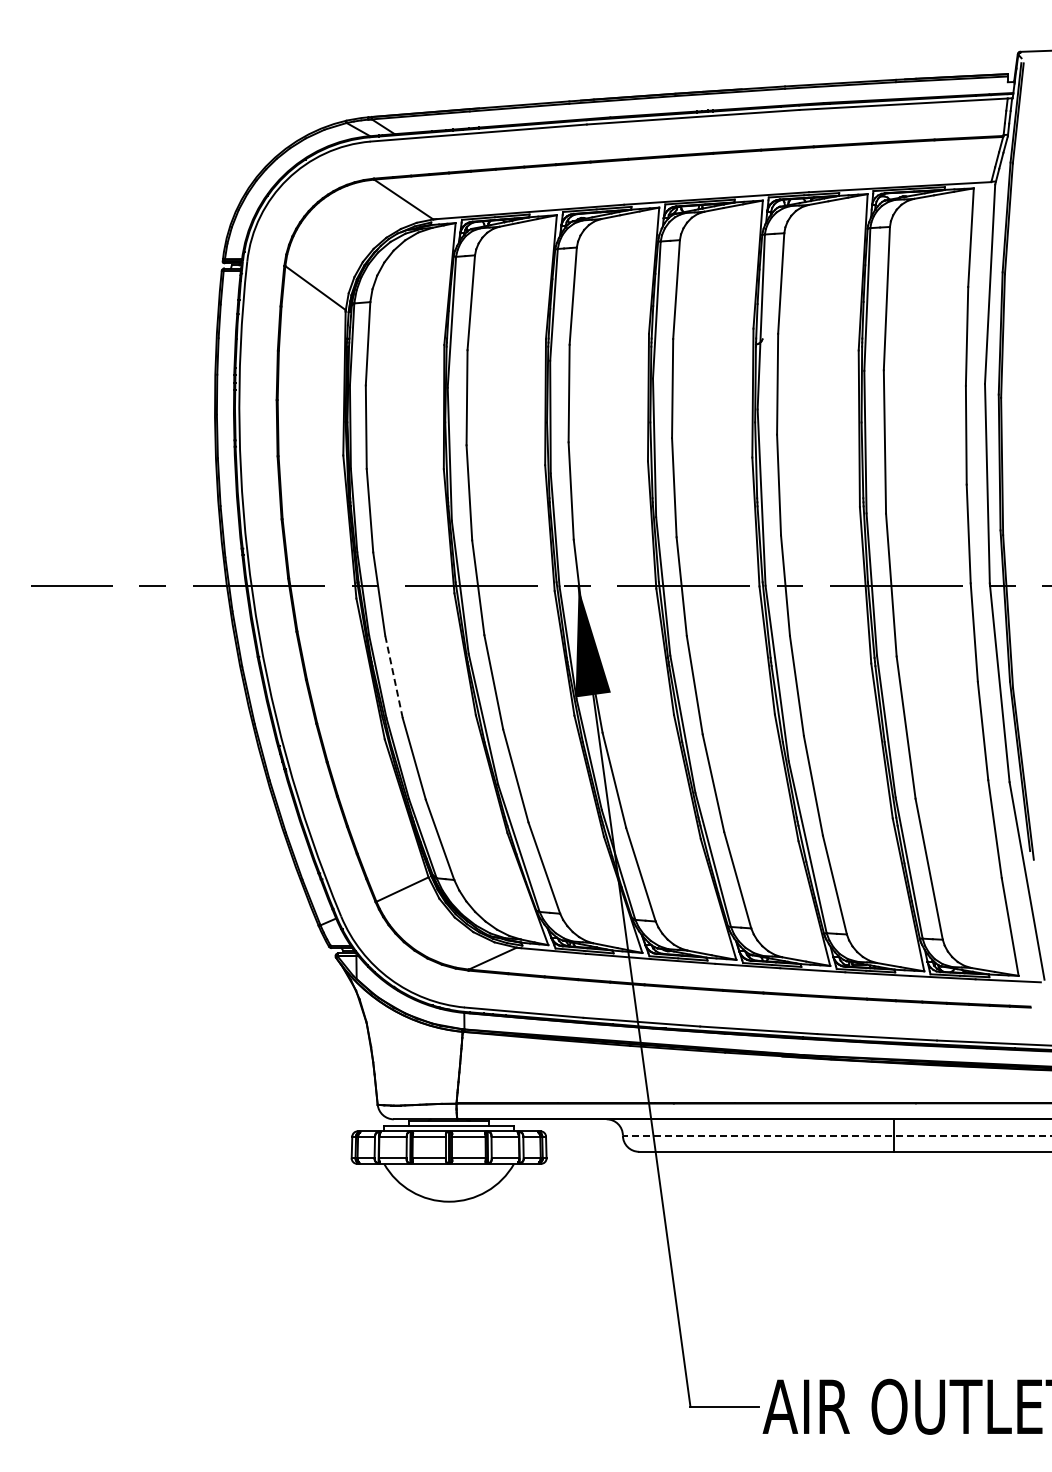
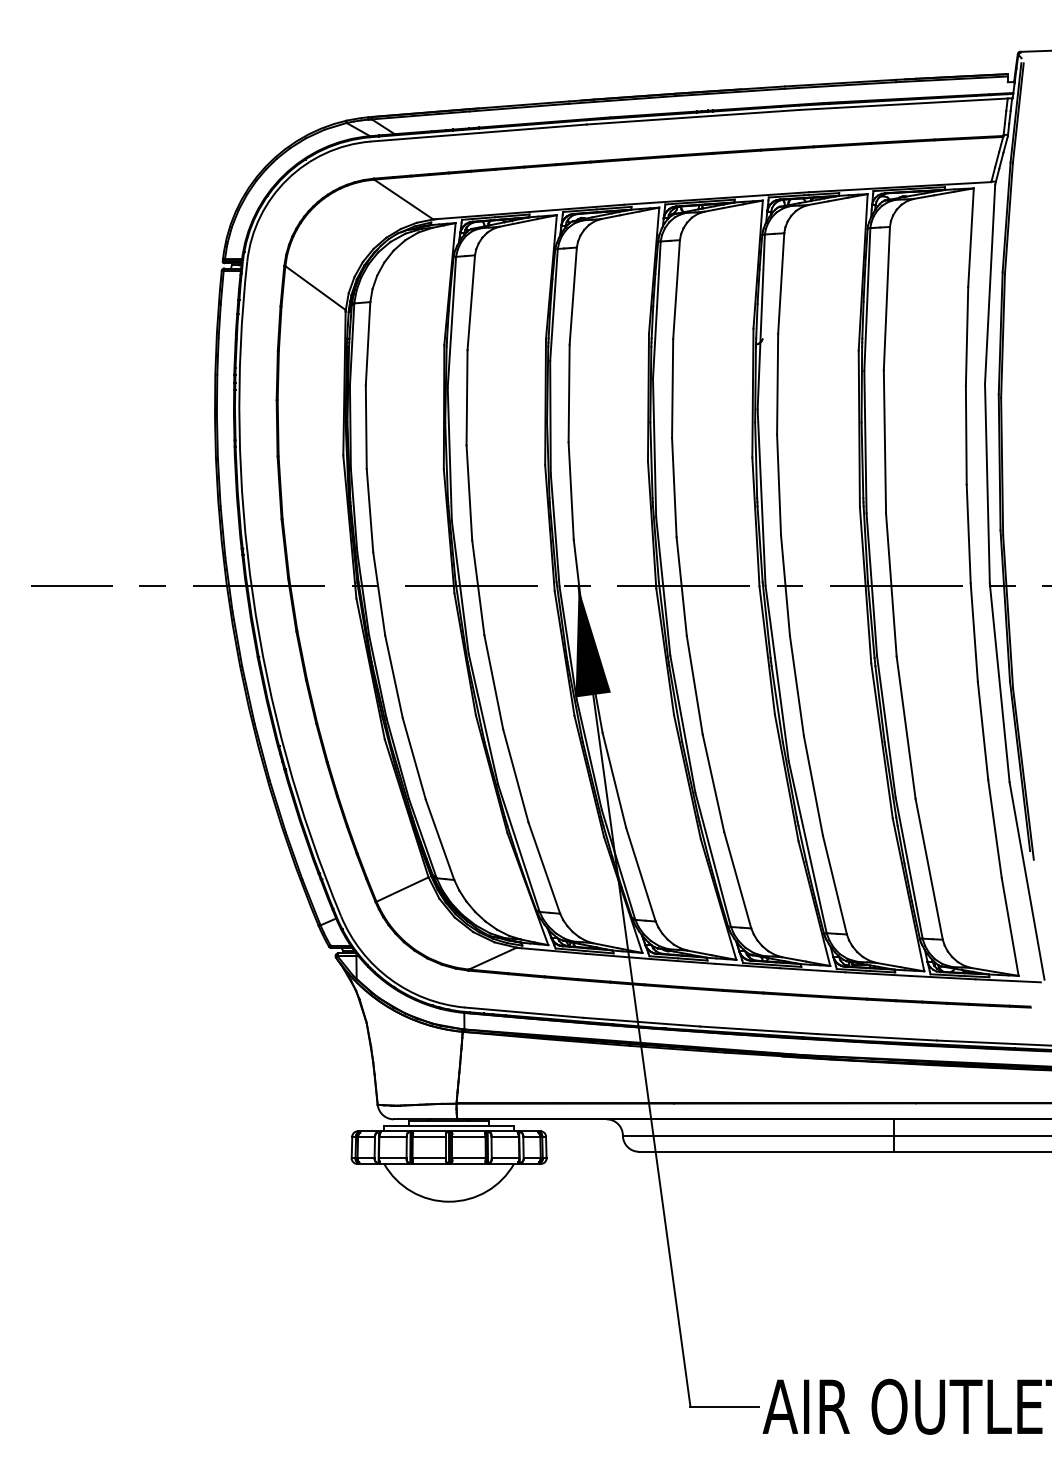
line at (393, 676): dashed -> solid
line at (836, 1135): dashed -> solid
